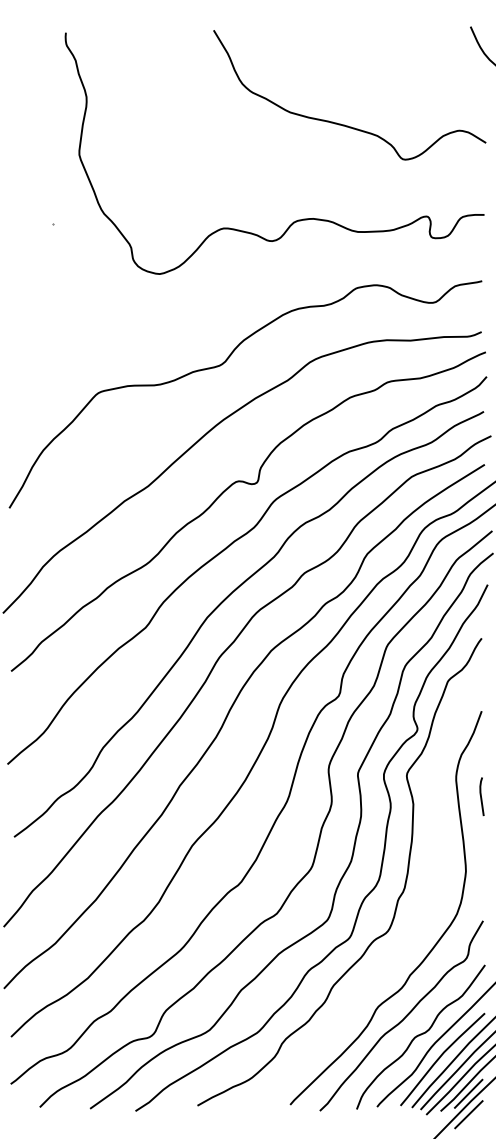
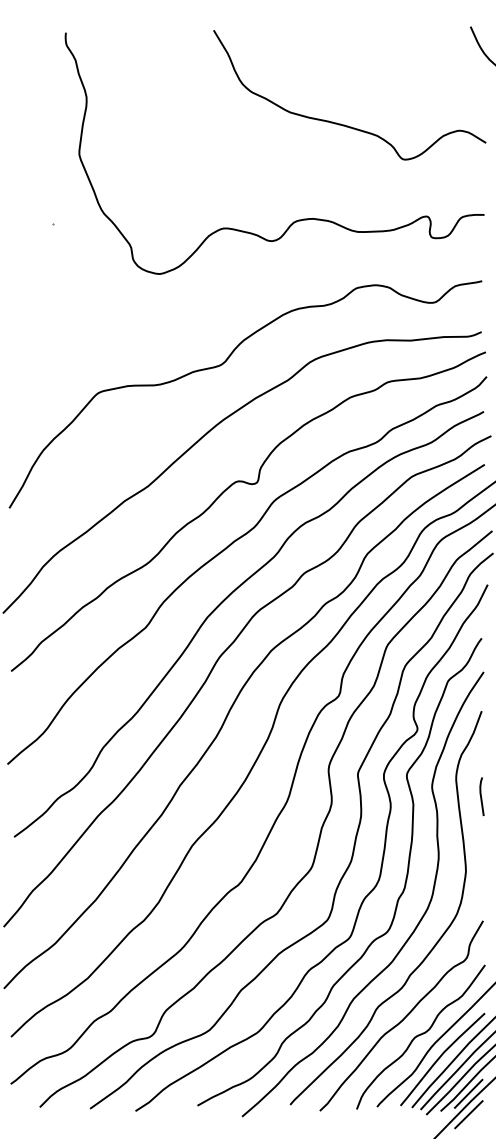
curve at (415, 926): none -> present
